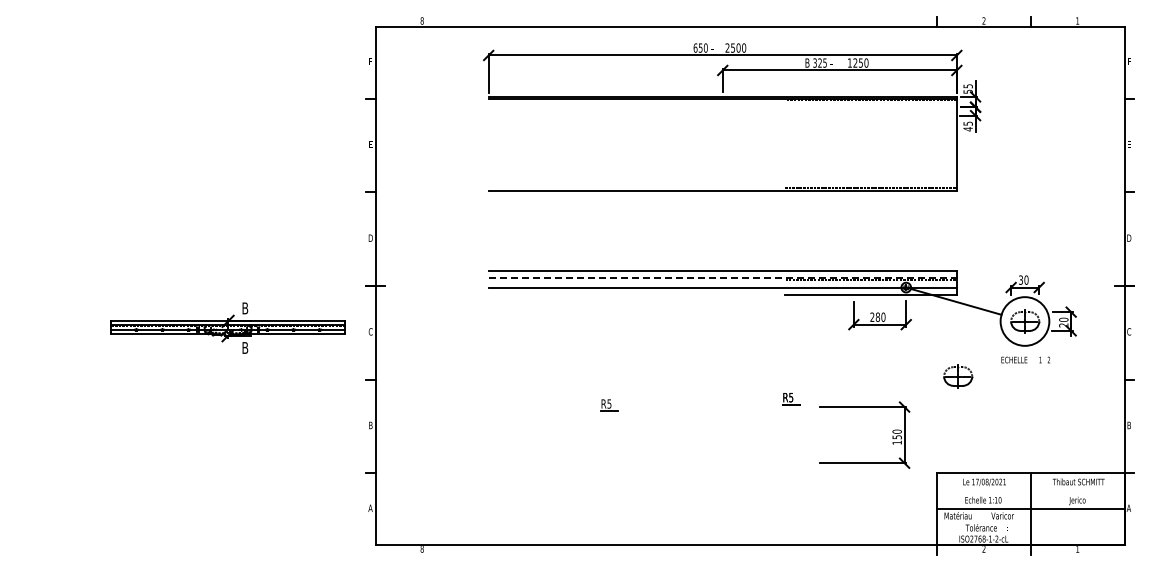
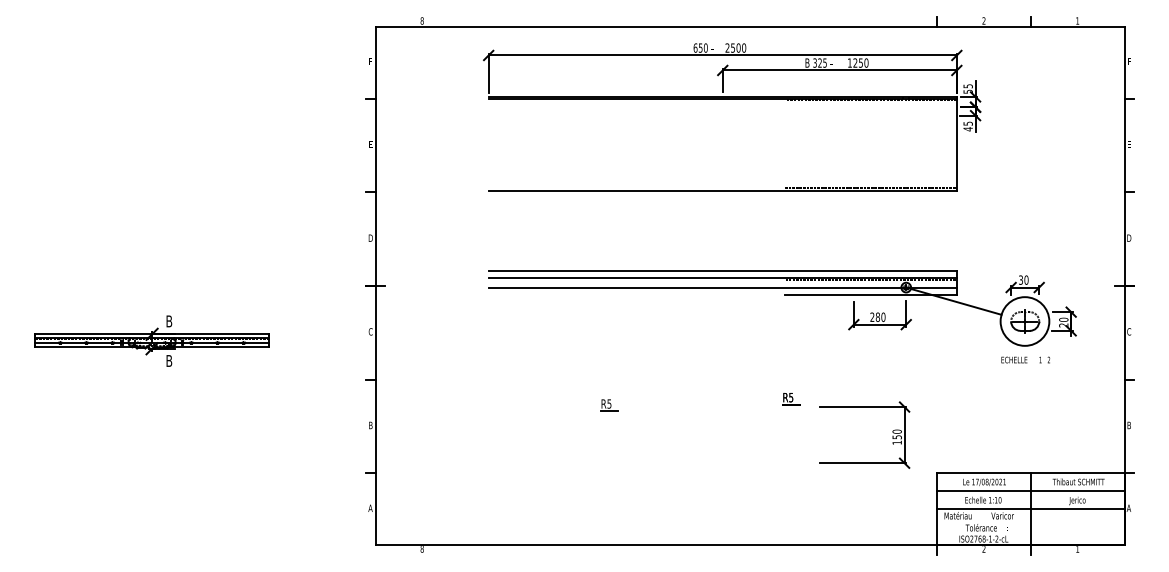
line at (723, 278): dashed -> solid
part at (227, 327) position: (227, 327) -> (151, 340)
part at (958, 376): present -> none
line at (1030, 491): none -> present
